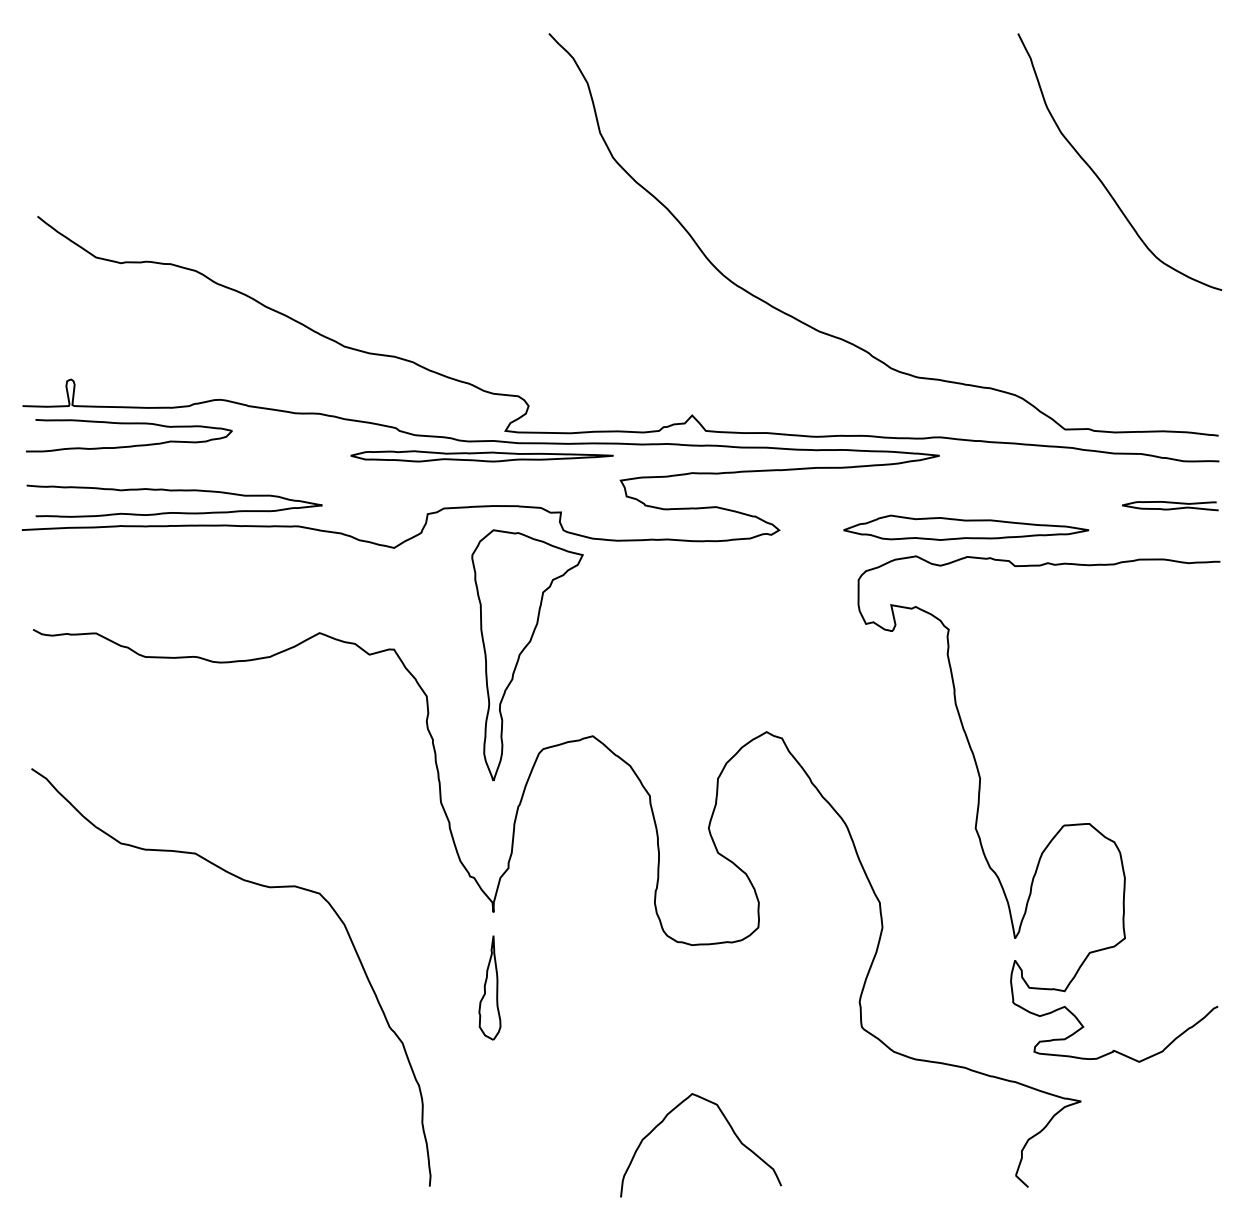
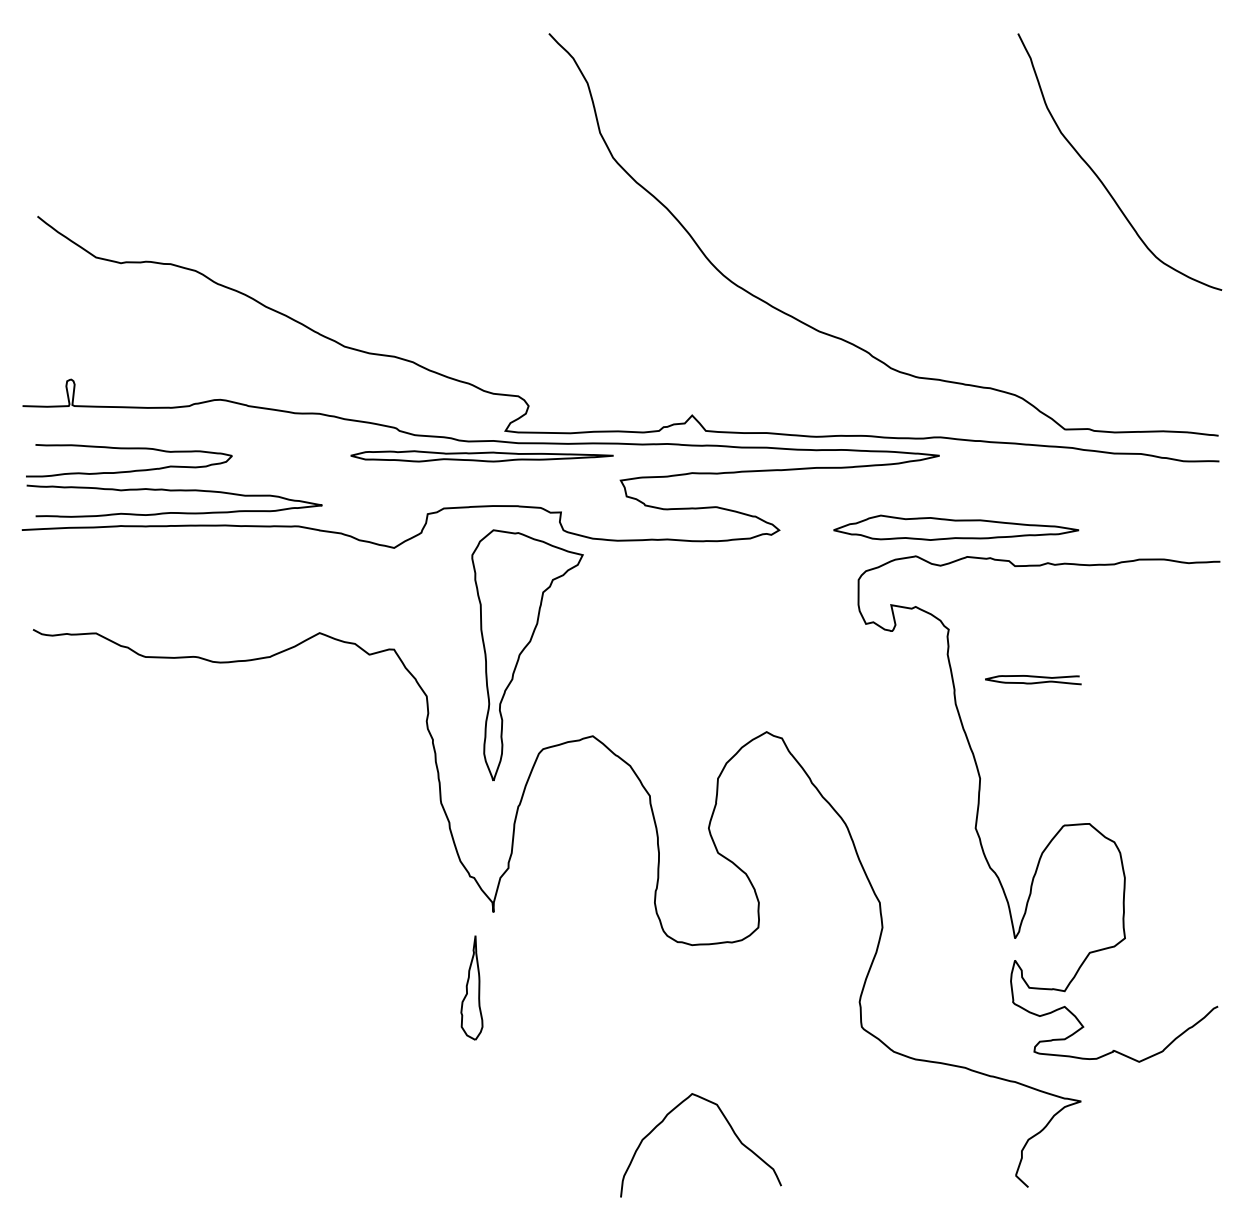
curve at (129, 445) position: (129, 445) -> (129, 470)
curve at (1170, 508) position: (1170, 508) -> (1033, 682)
part at (966, 527) position: (966, 527) -> (956, 527)
curve at (254, 884): present -> none
part at (489, 987) position: (489, 987) -> (471, 987)
